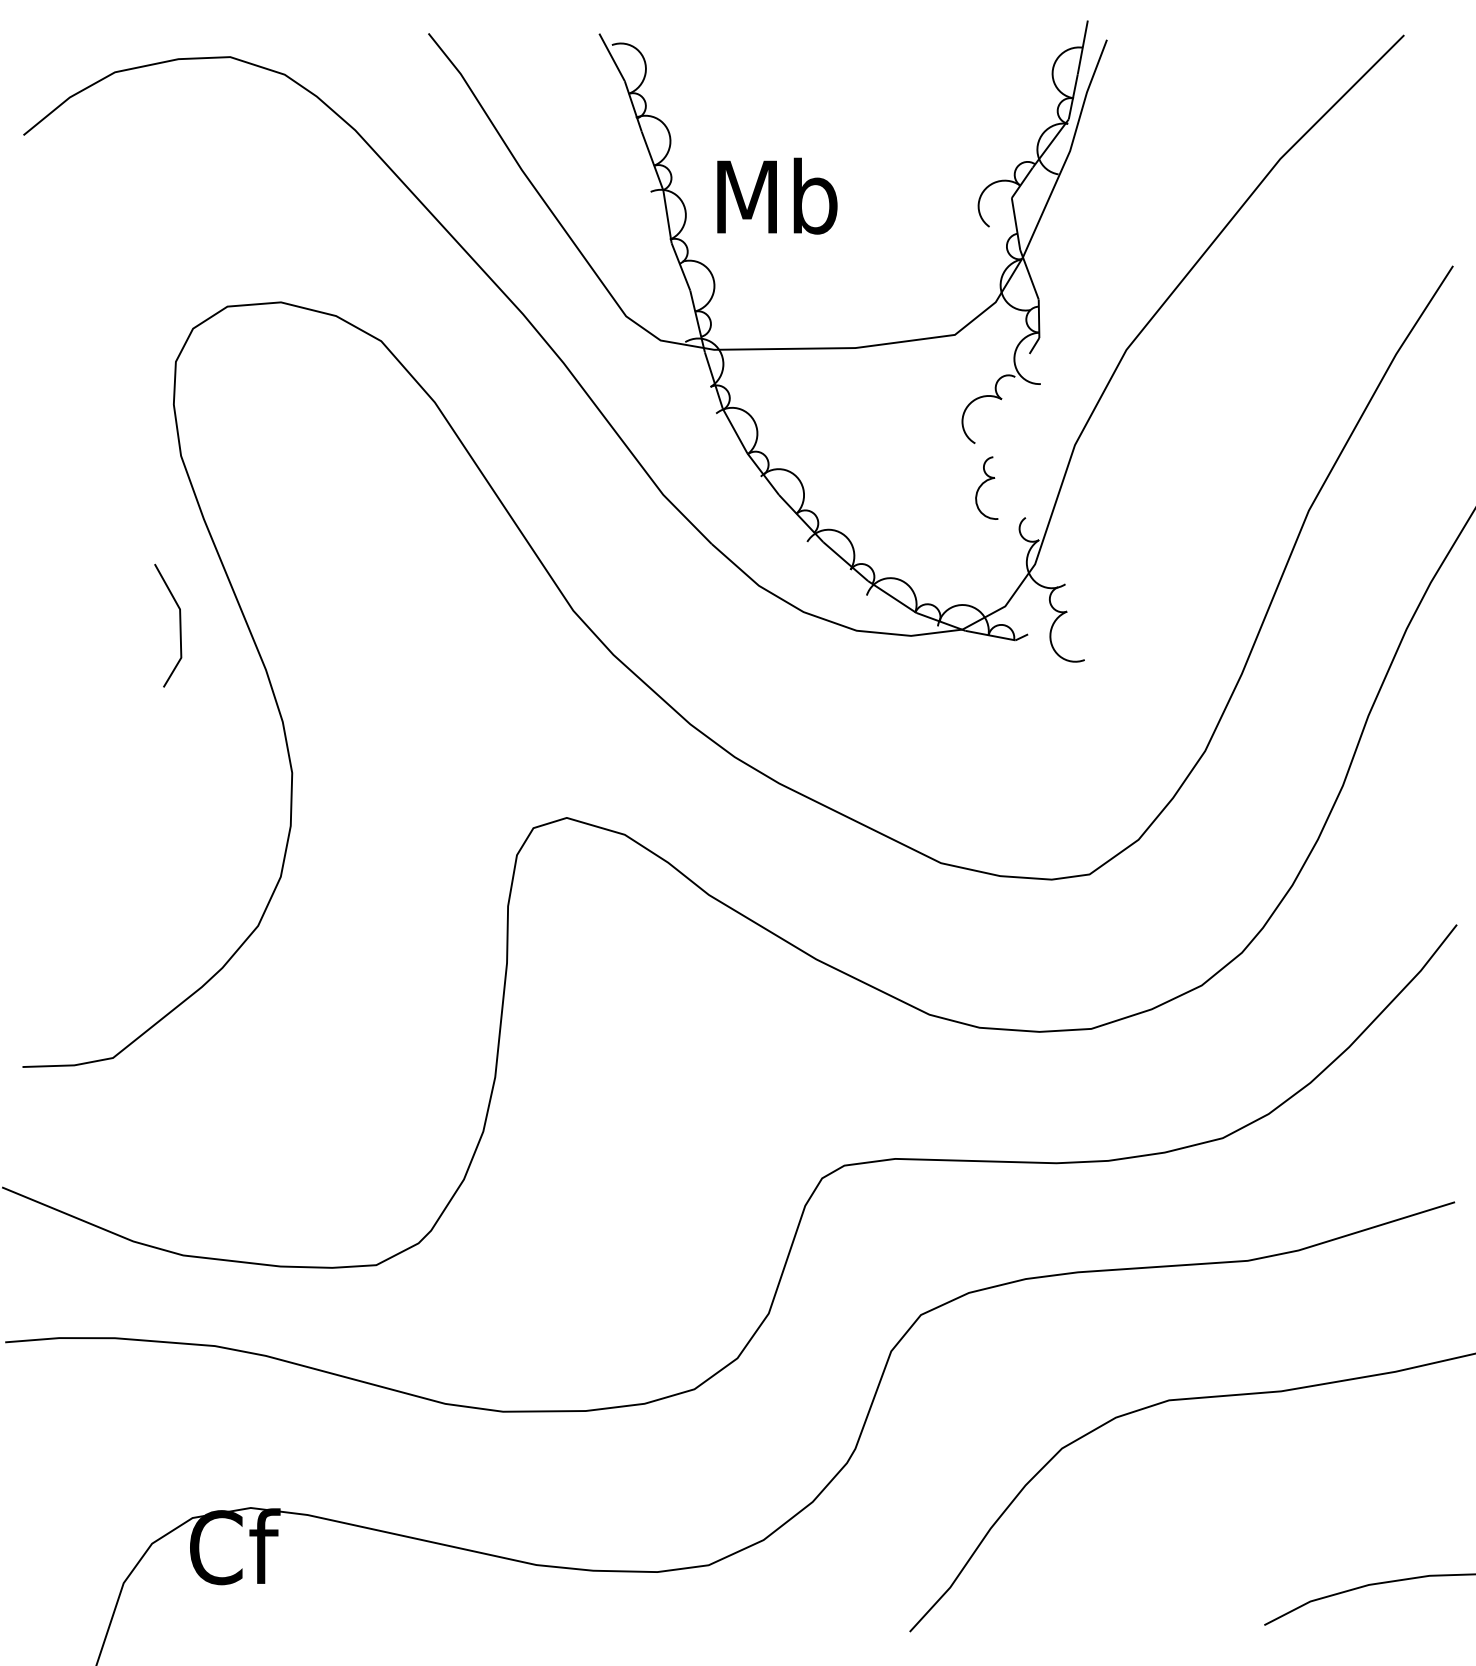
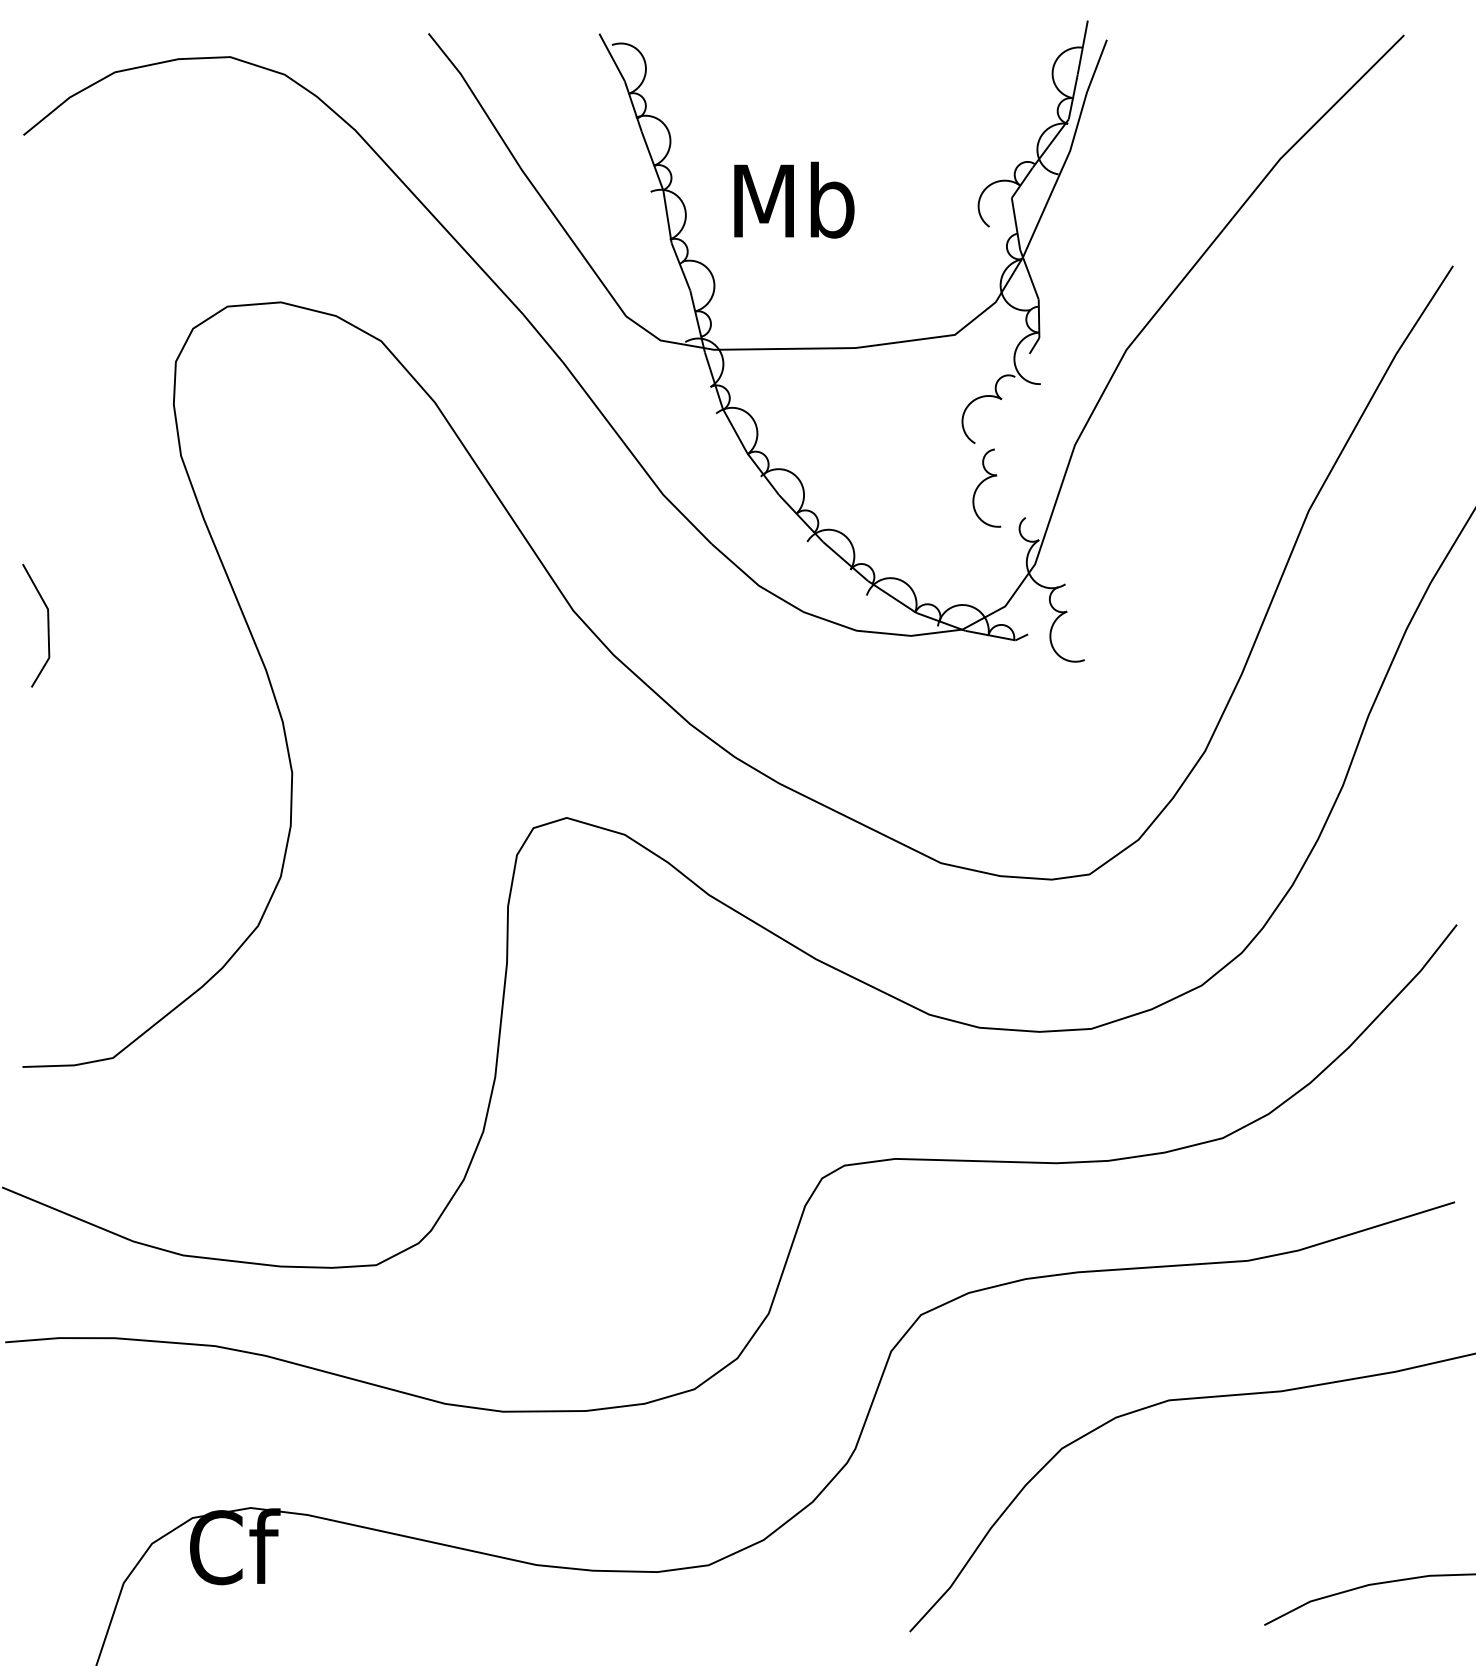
text at (777, 195) position: (777, 195) -> (794, 199)
part at (986, 487) size: 24x64 px -> 30x80 px
line at (179, 625) position: (179, 625) -> (47, 625)
